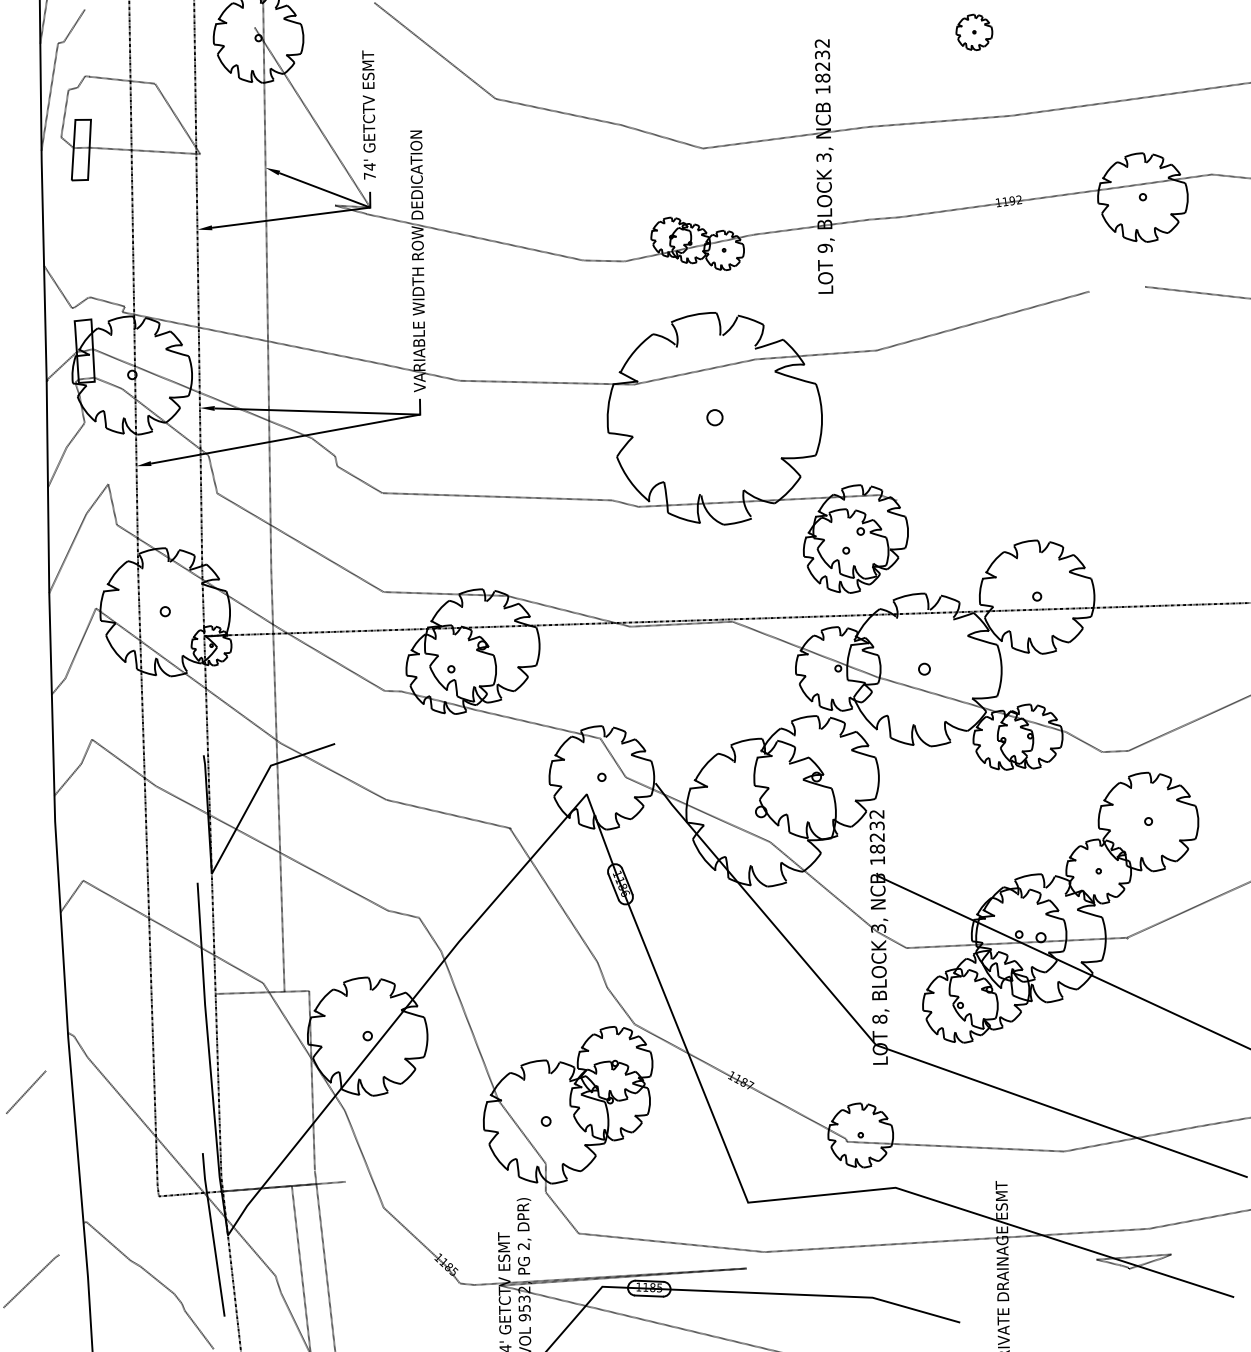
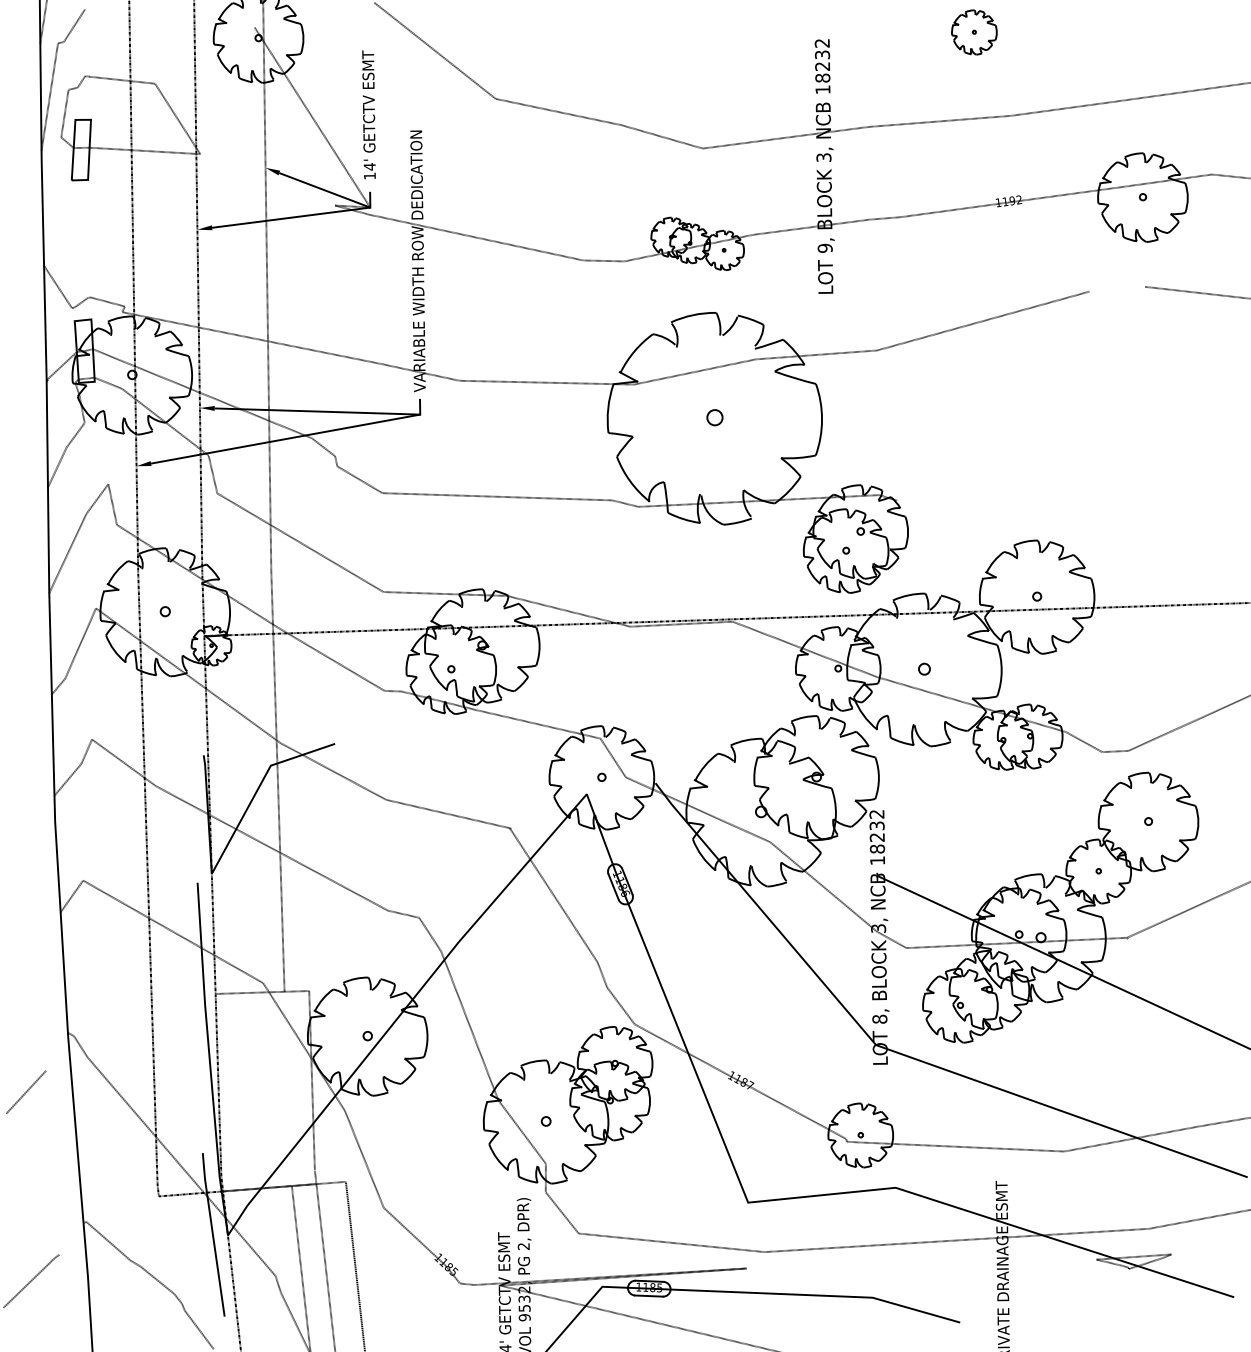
part at (974, 32) size: 39x39 px -> 47x47 px
text at (369, 175): 74' -> 14'
line at (354, 1264): none -> present
